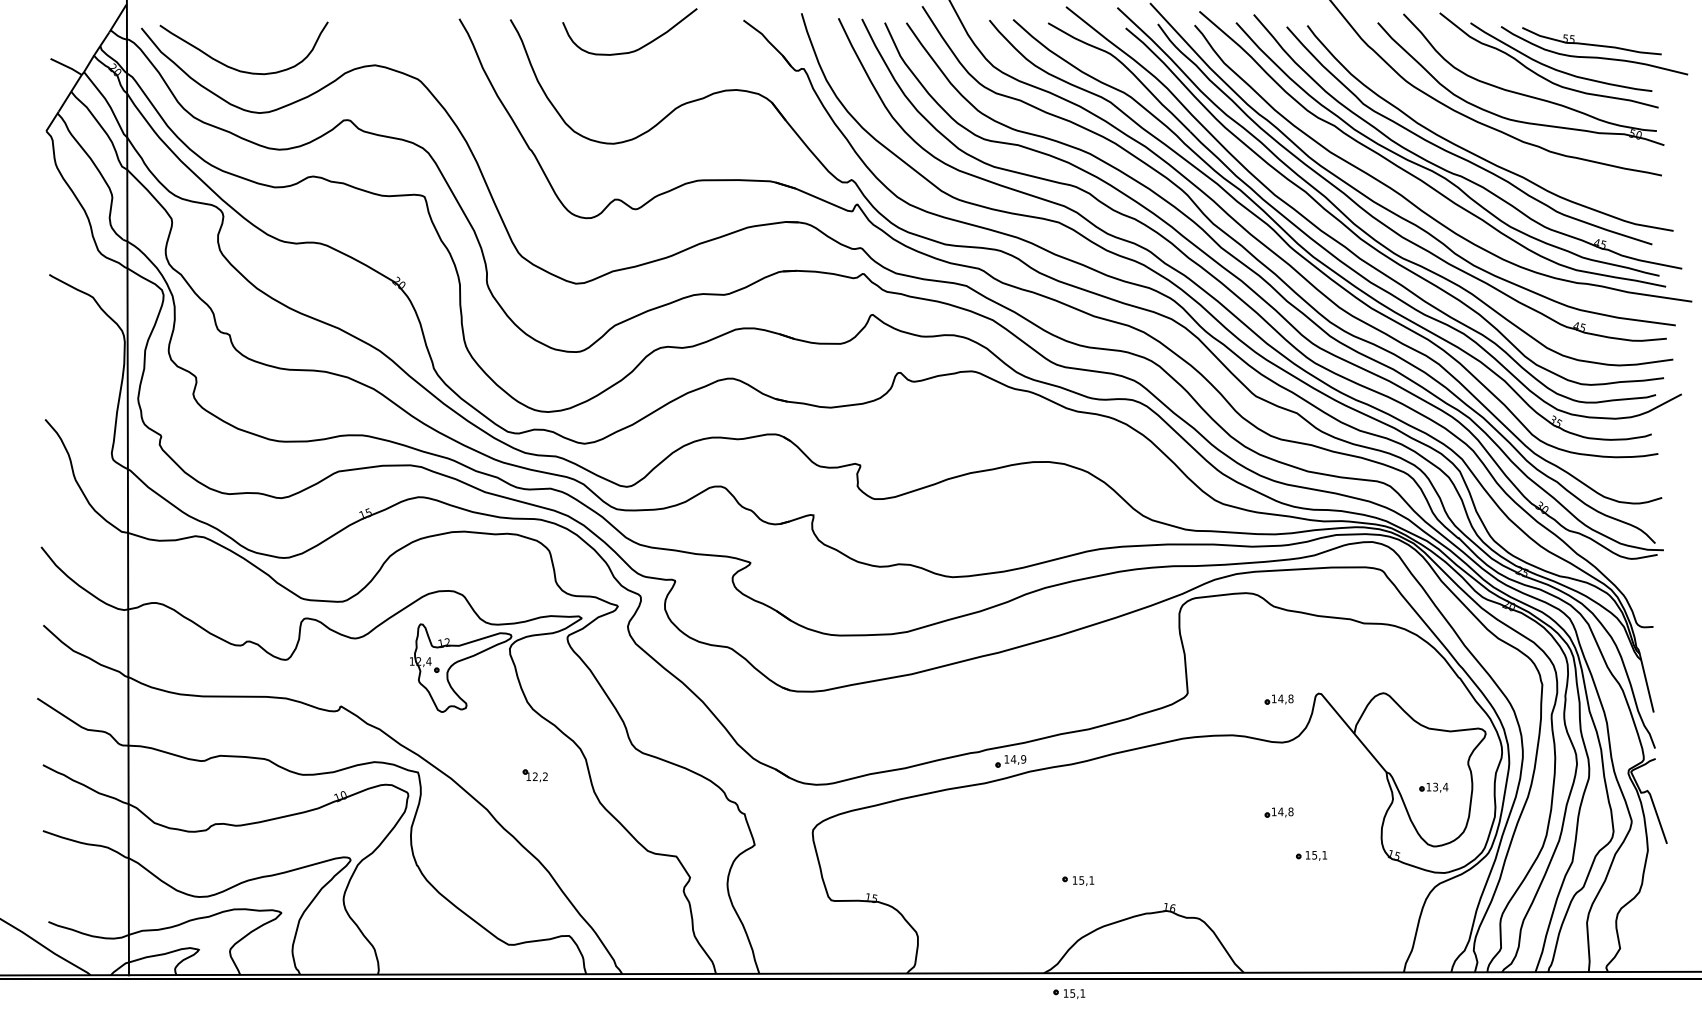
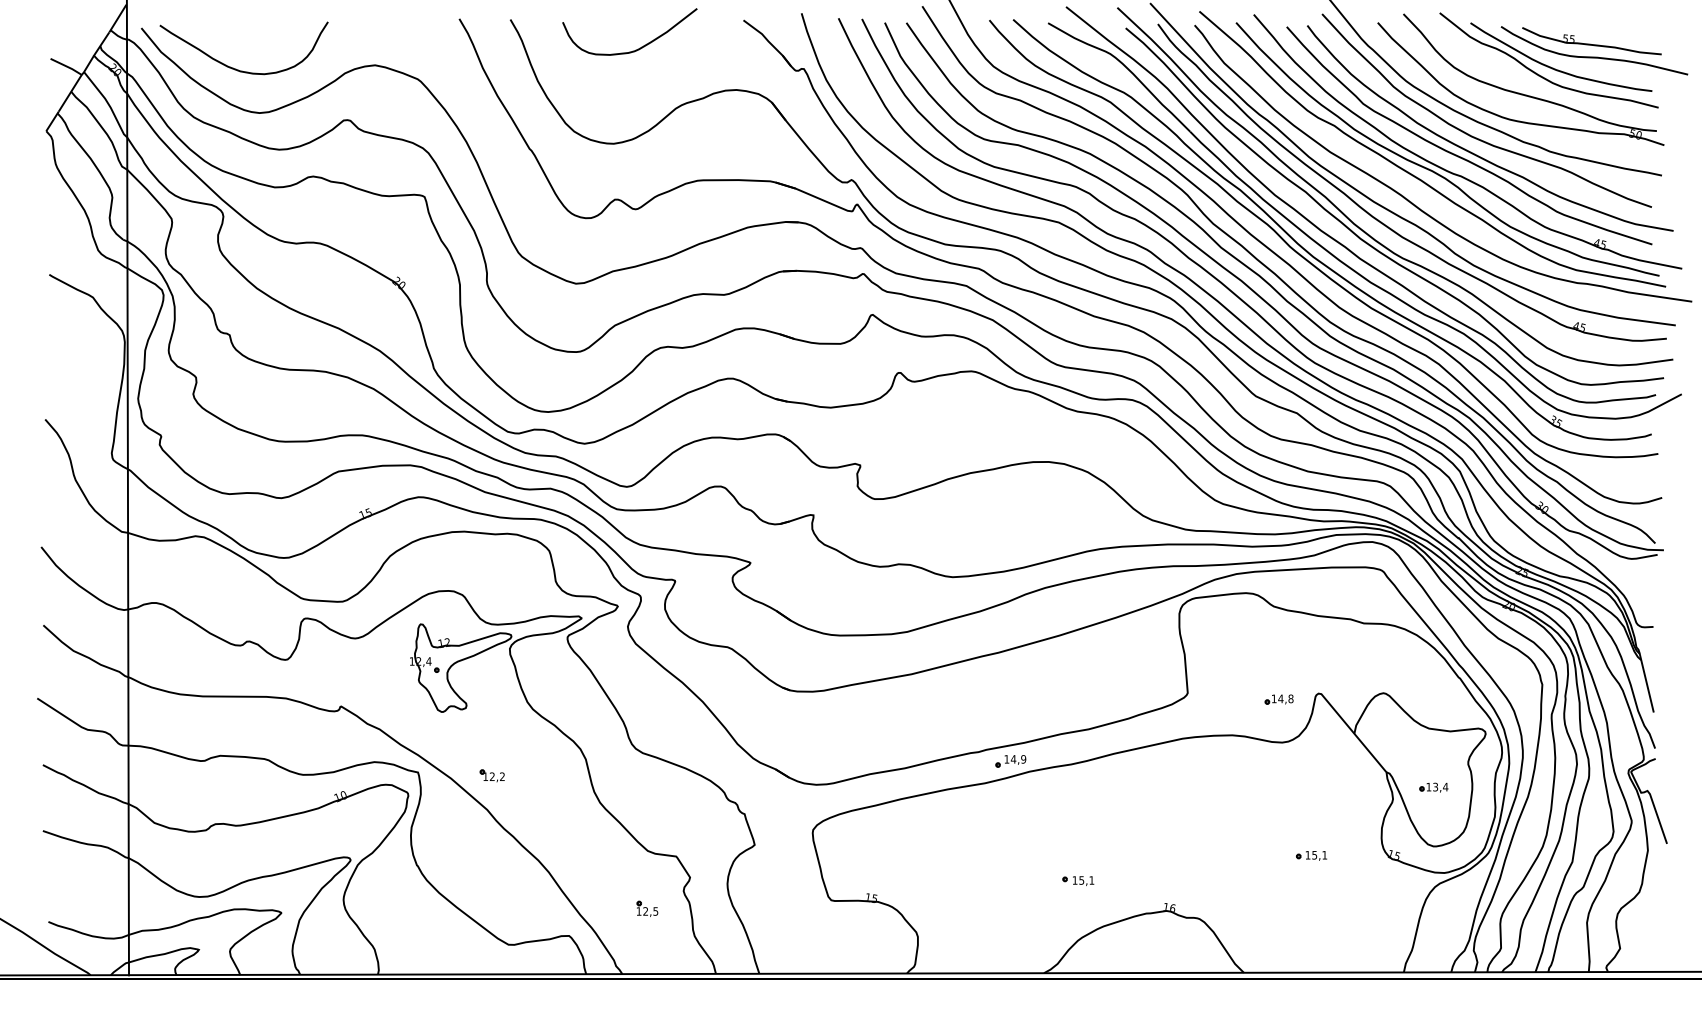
curve at (1474, 136): none -> present
part at (534, 775) position: (534, 775) -> (491, 775)
part at (1278, 812): present -> none
part at (647, 908): none -> present
part at (1069, 993): present -> none
